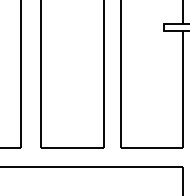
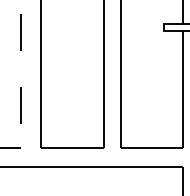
line at (21, 74): solid -> dashed
